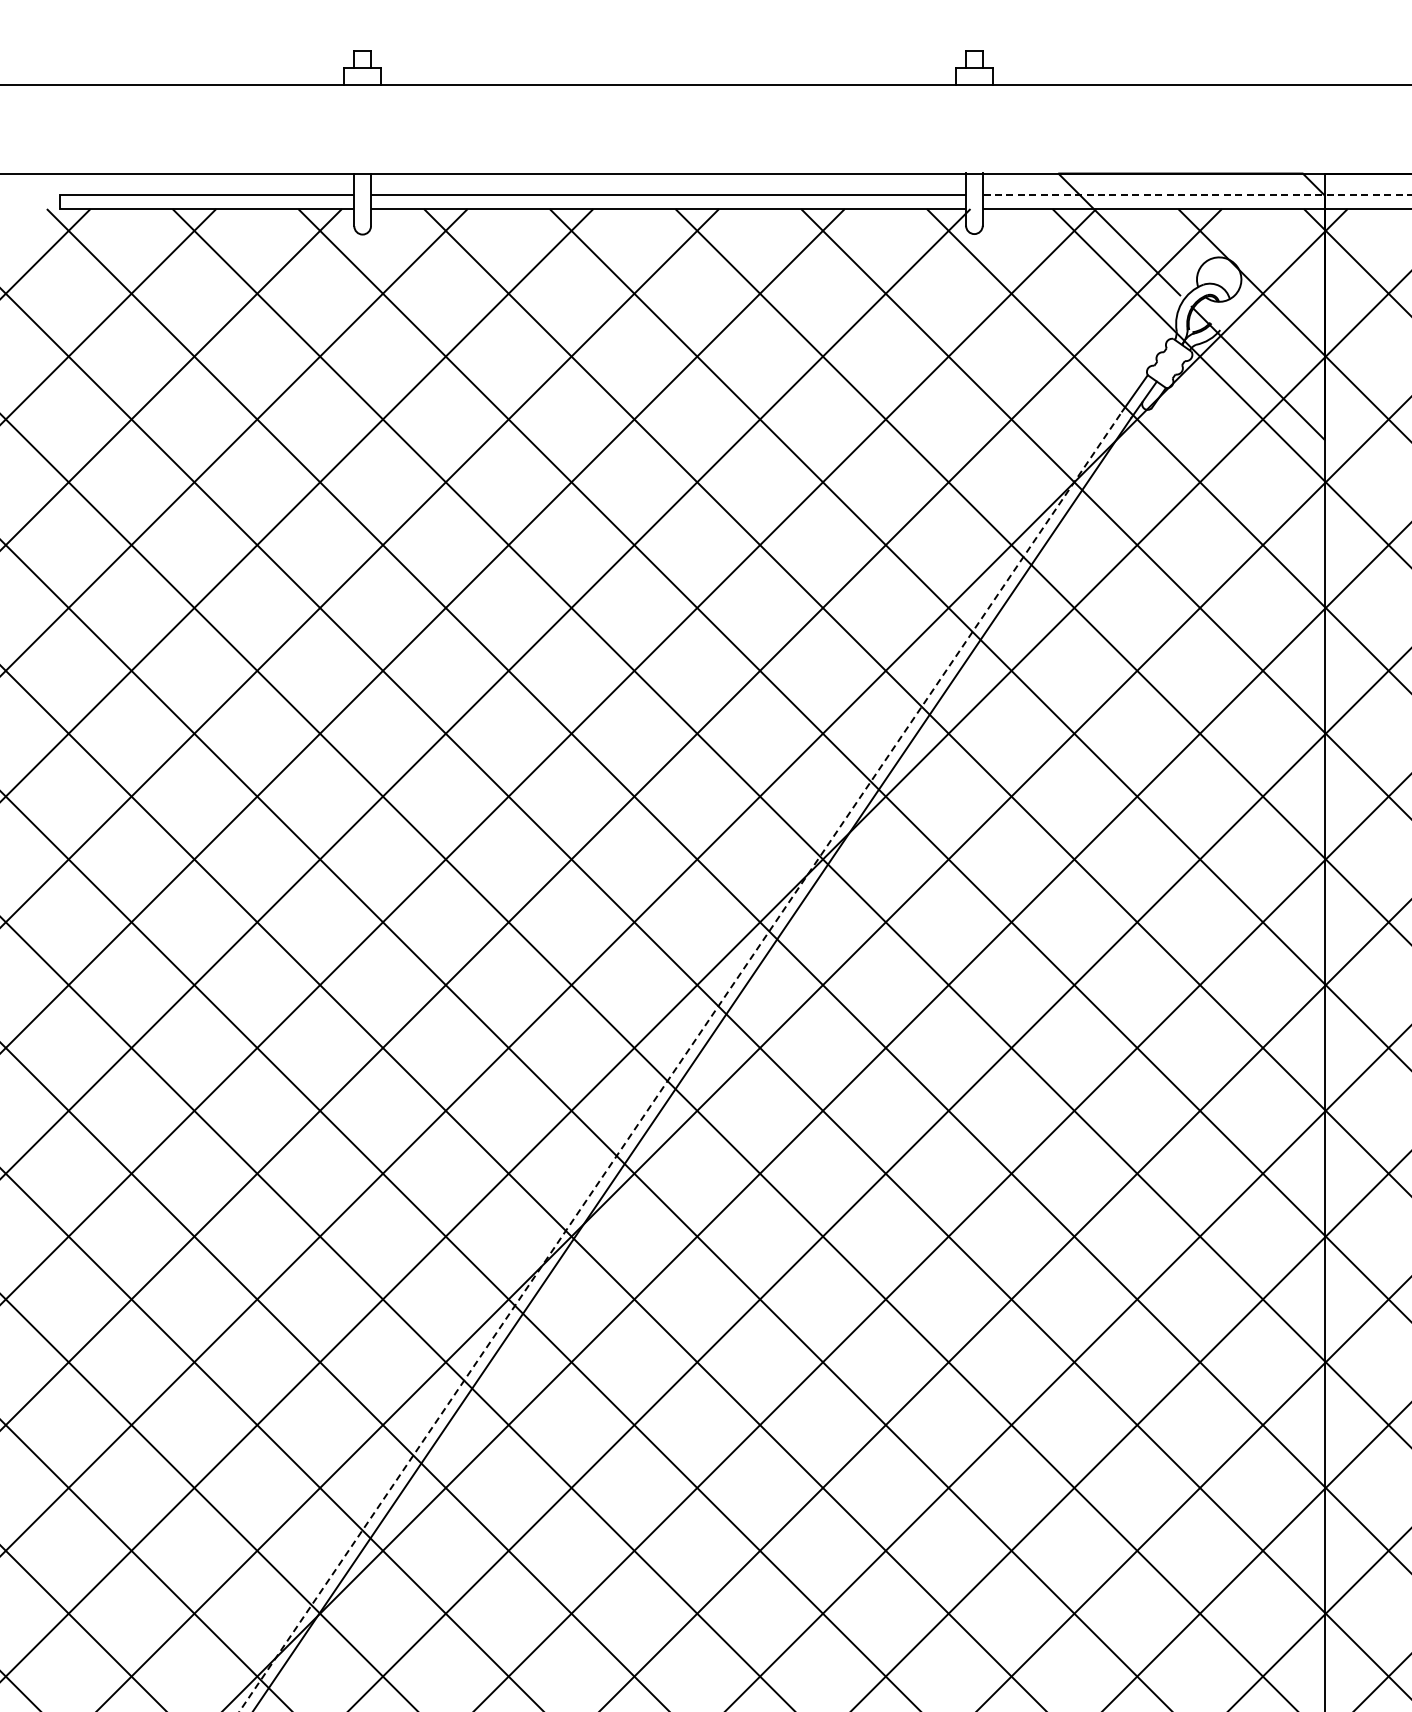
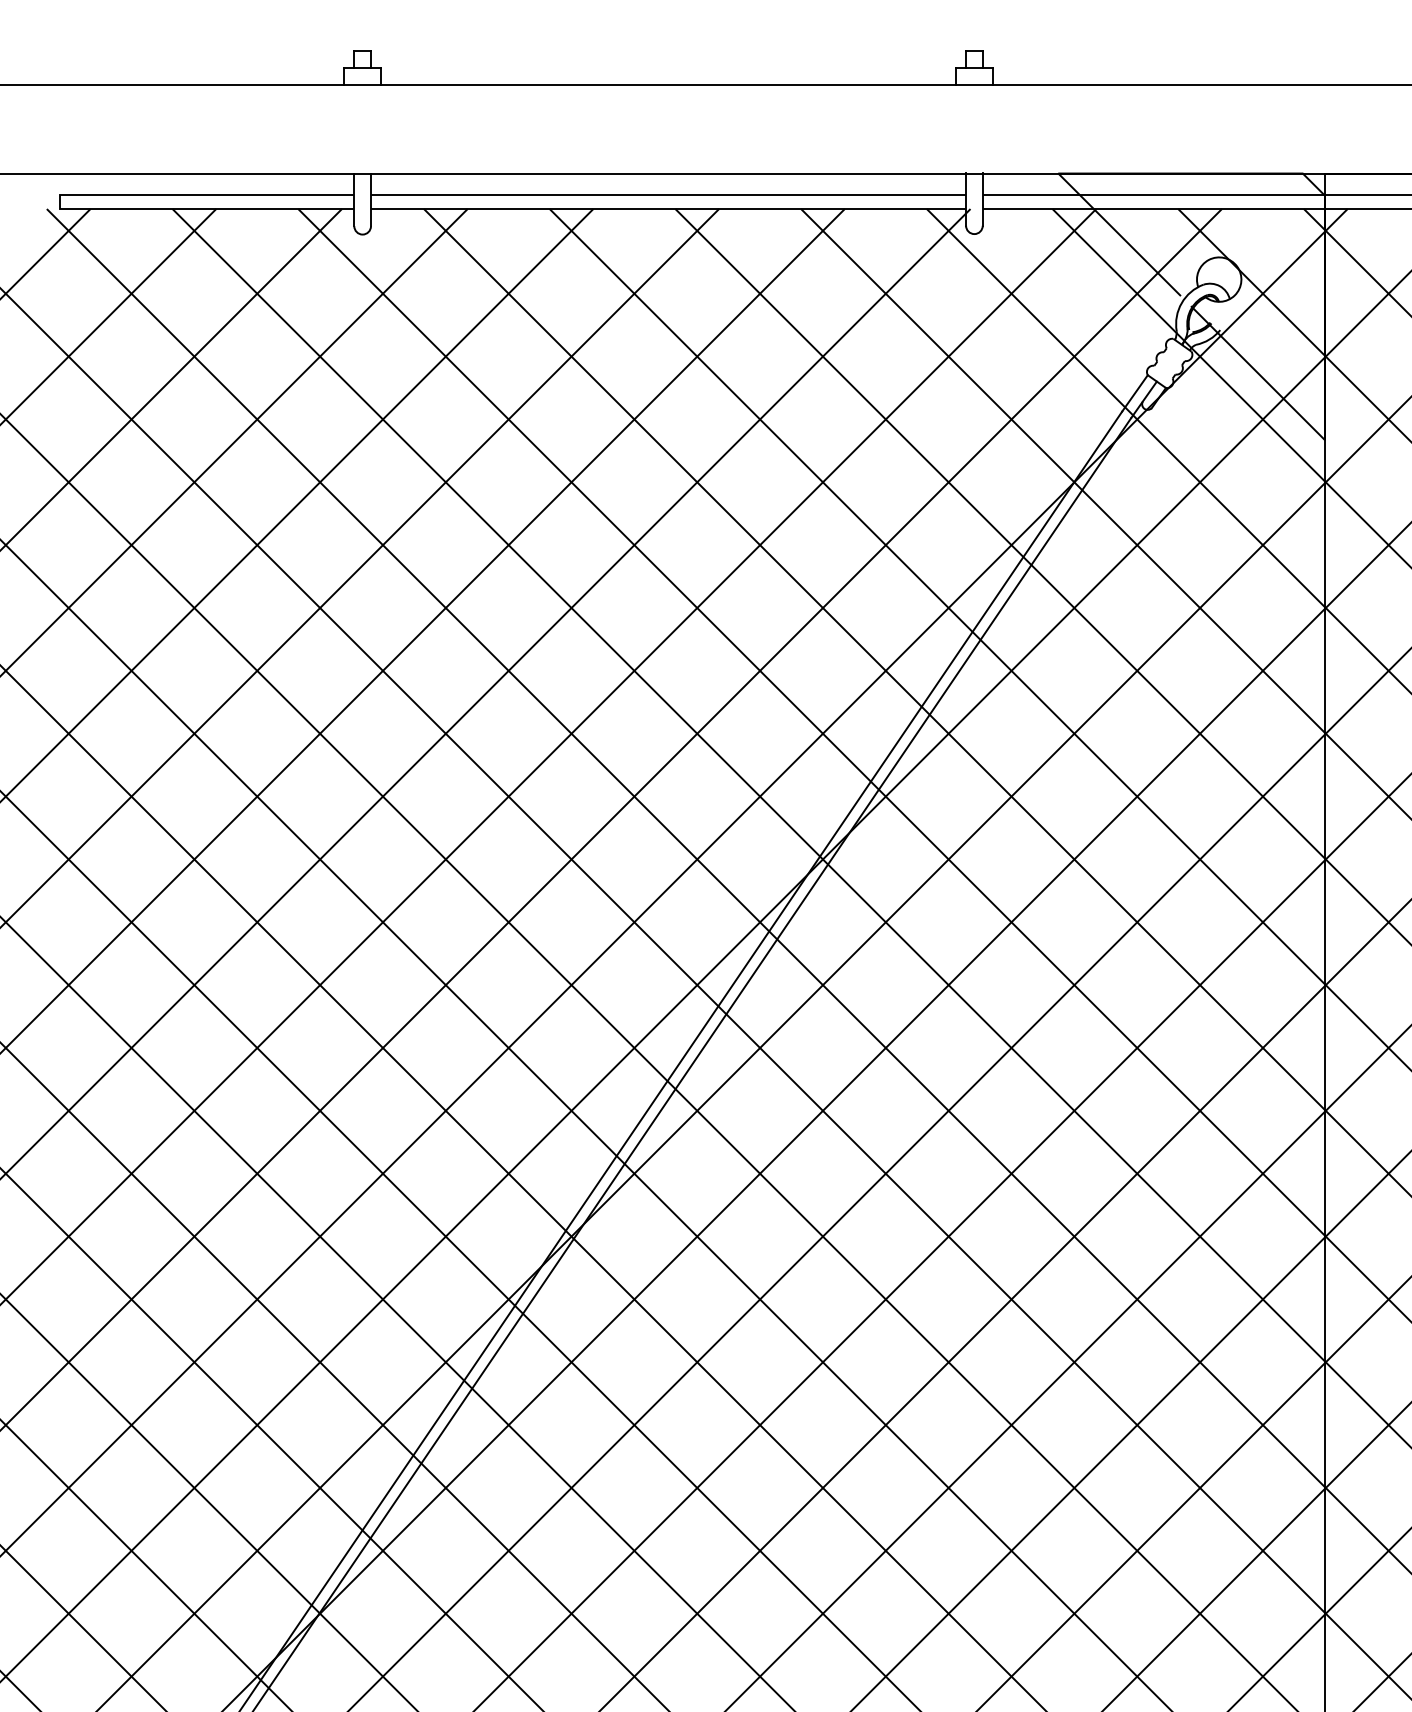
line at (1196, 195): dashed -> solid
line at (680, 1061): dashed -> solid
